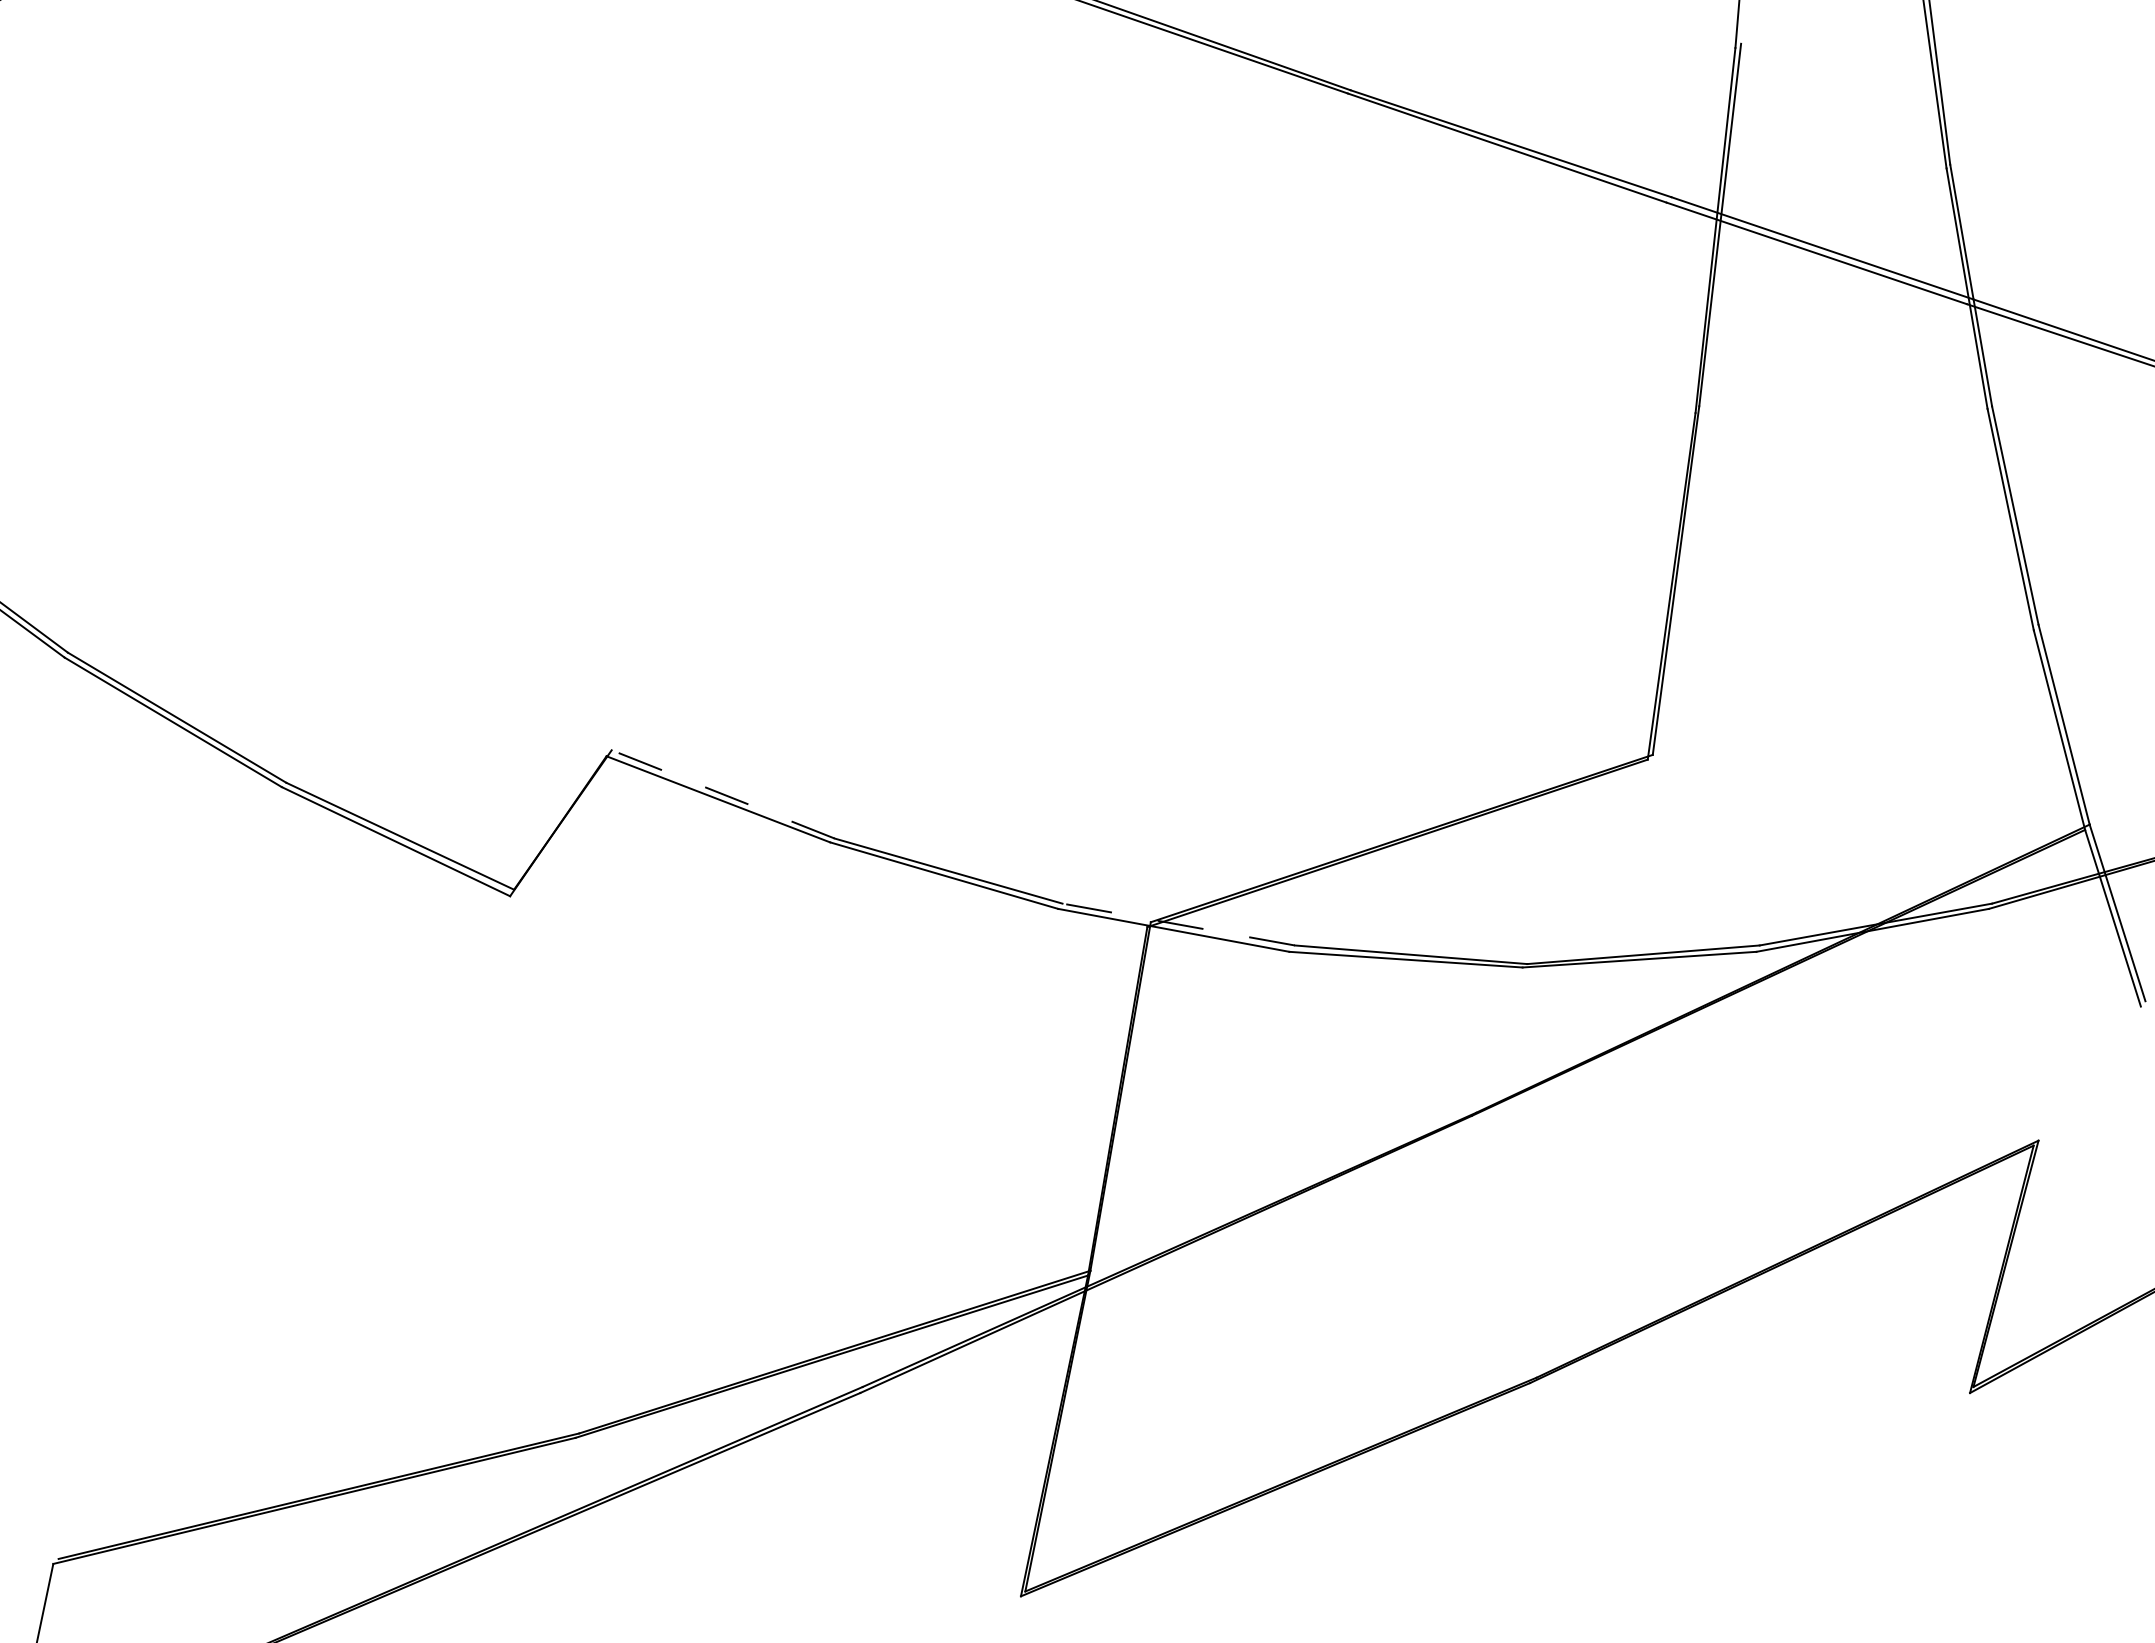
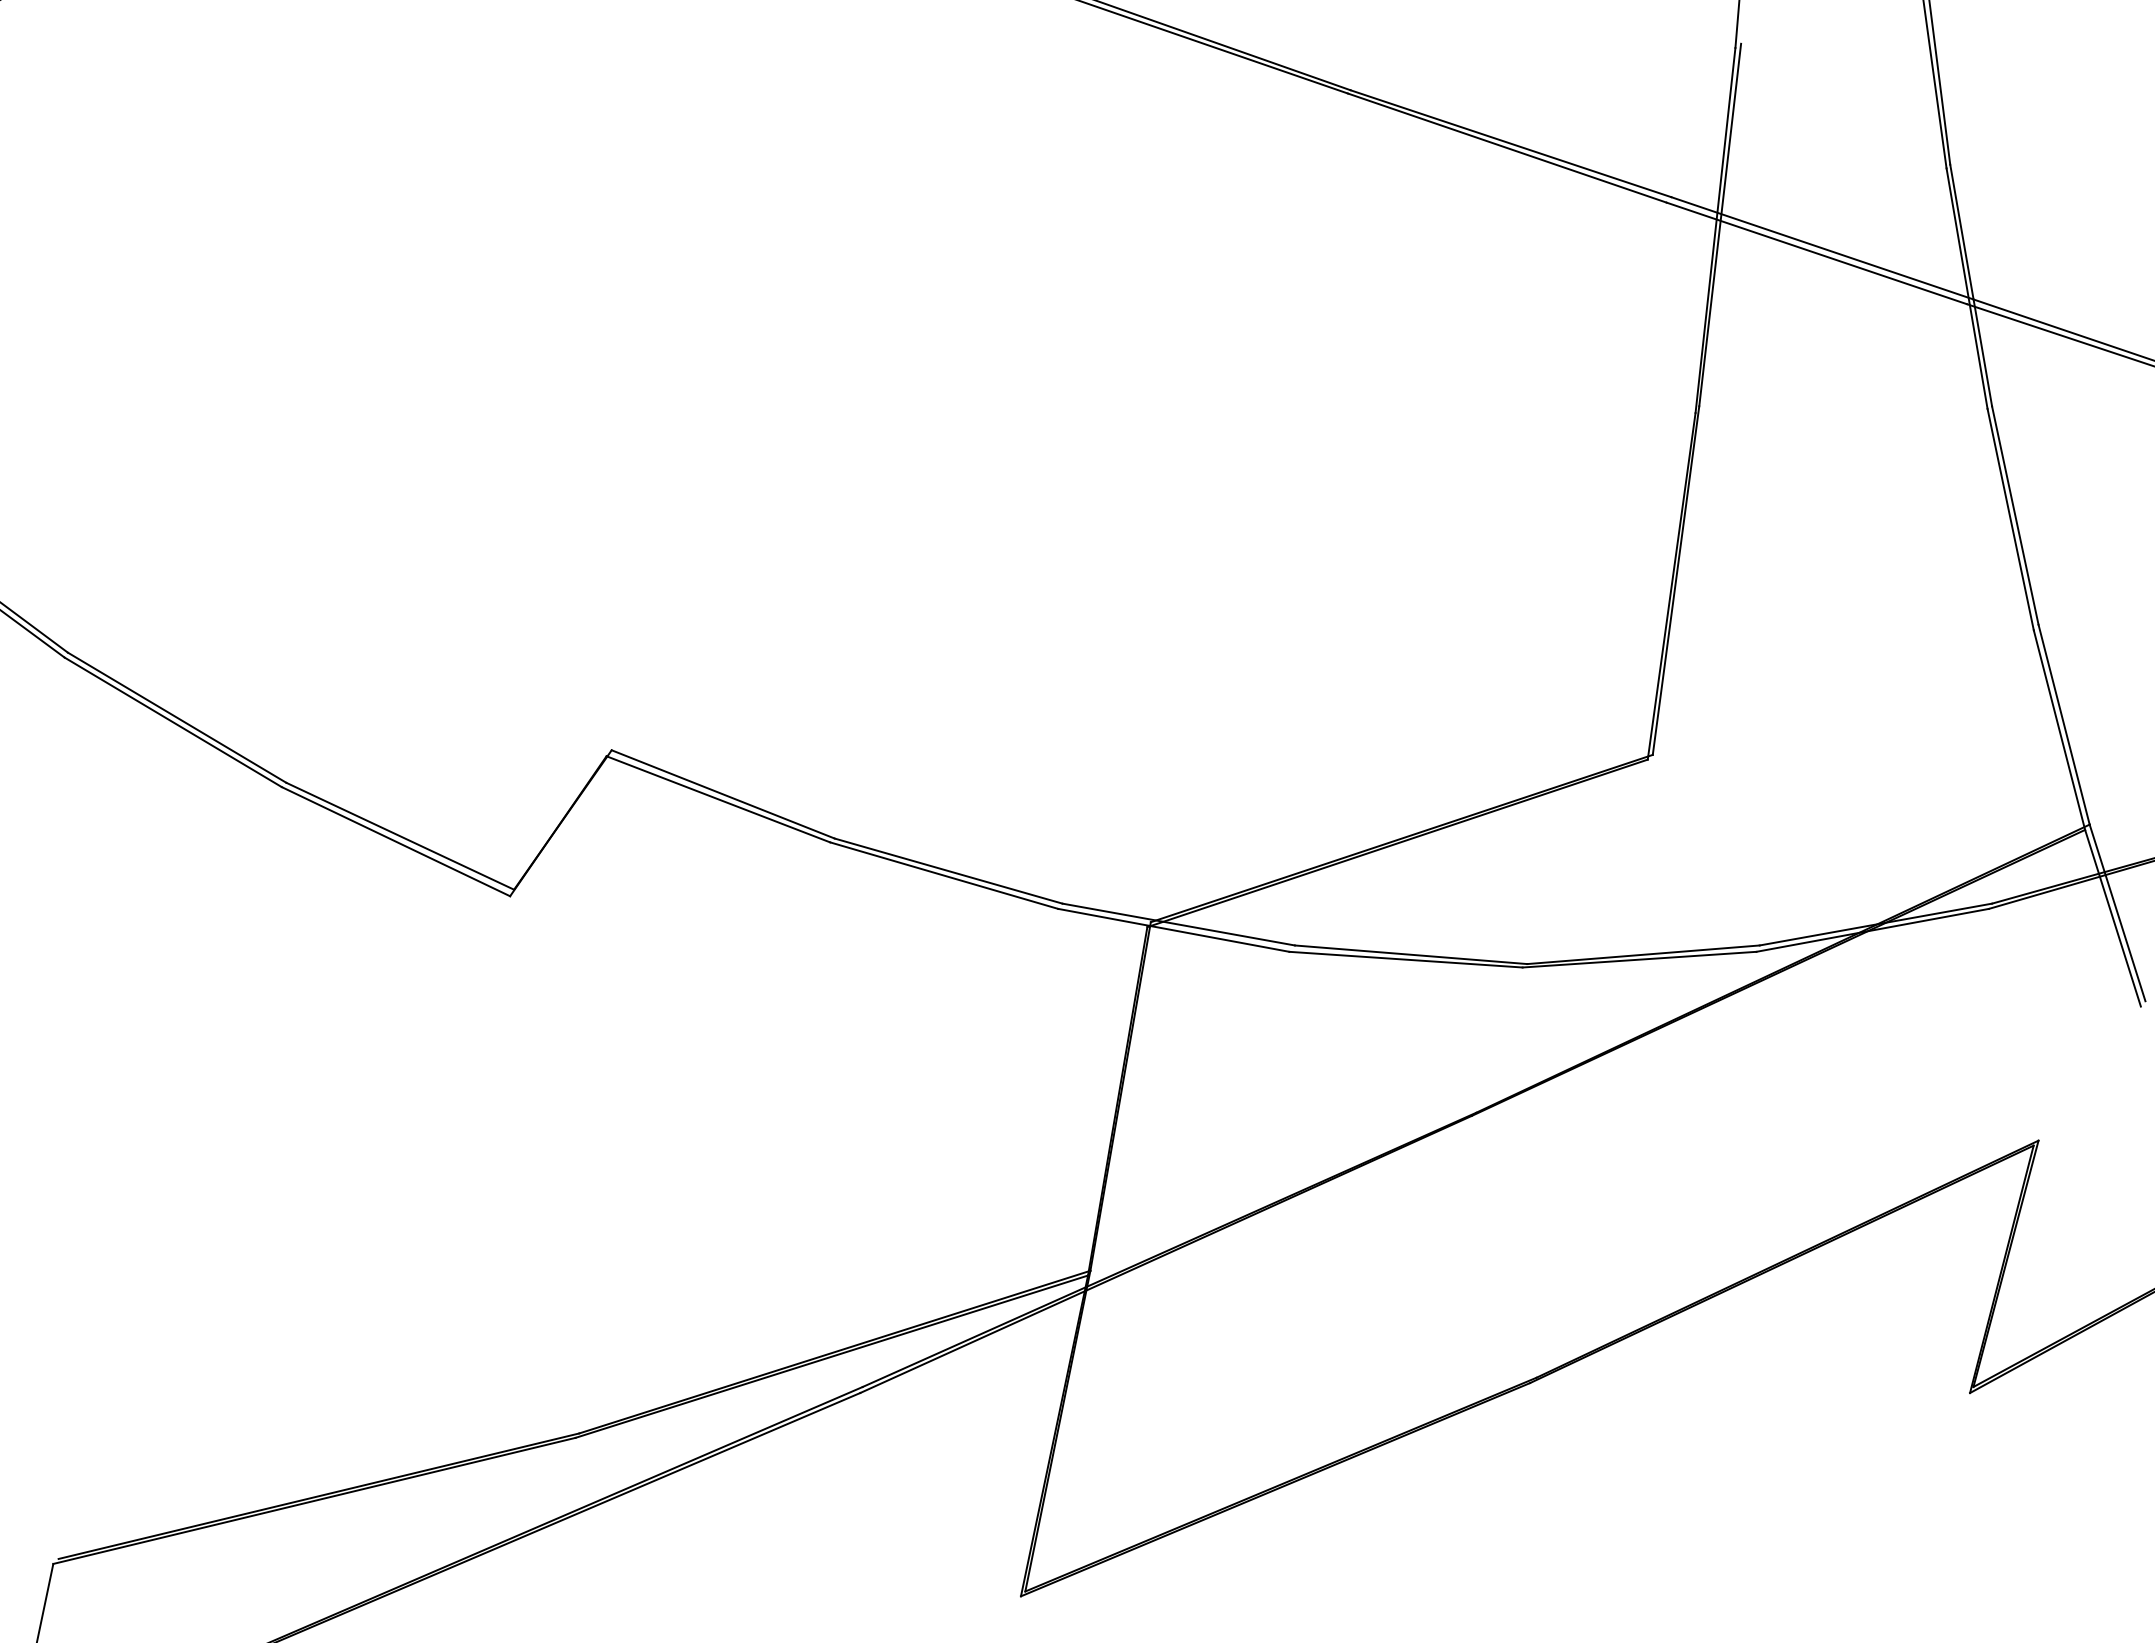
line at (723, 794): dashed -> solid
line at (1178, 924): dashed -> solid
